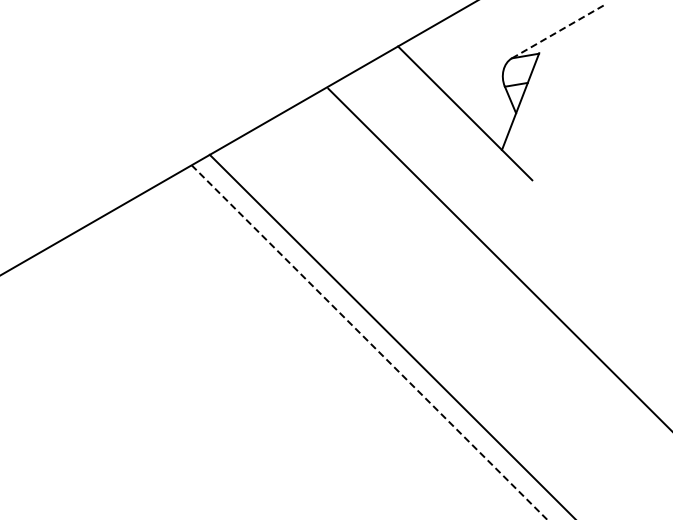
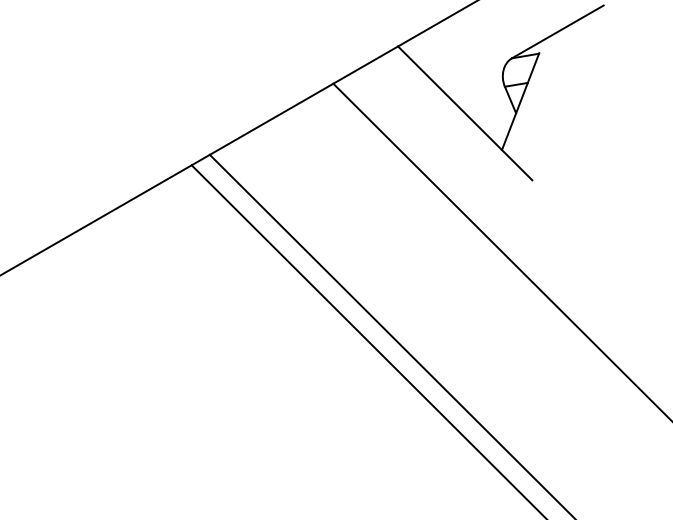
line at (557, 31): dashed -> solid
line at (498, 258) position: (498, 258) -> (501, 250)
line at (369, 342): dashed -> solid
